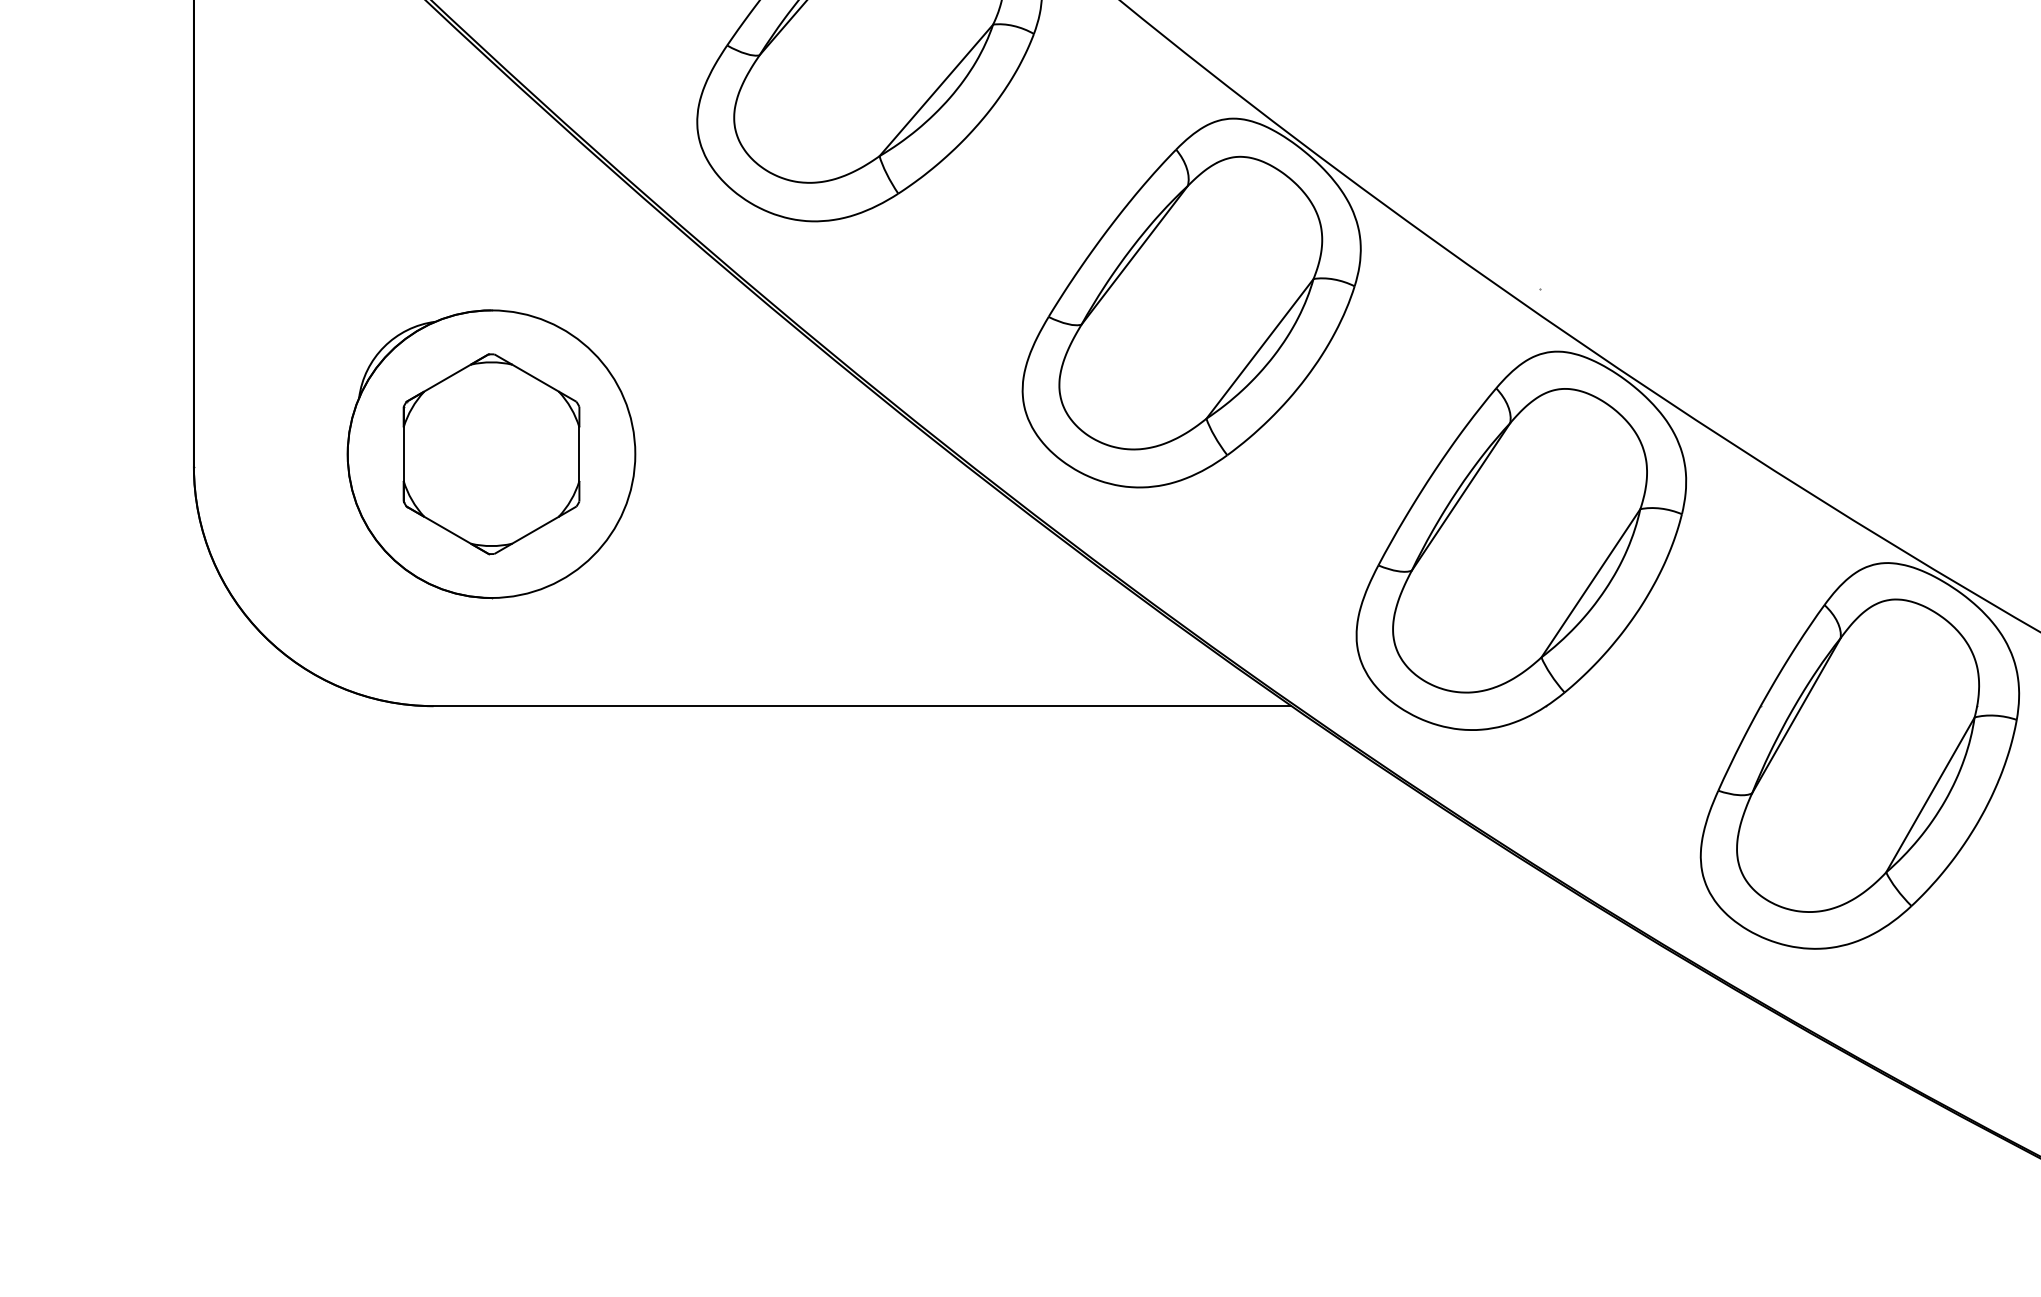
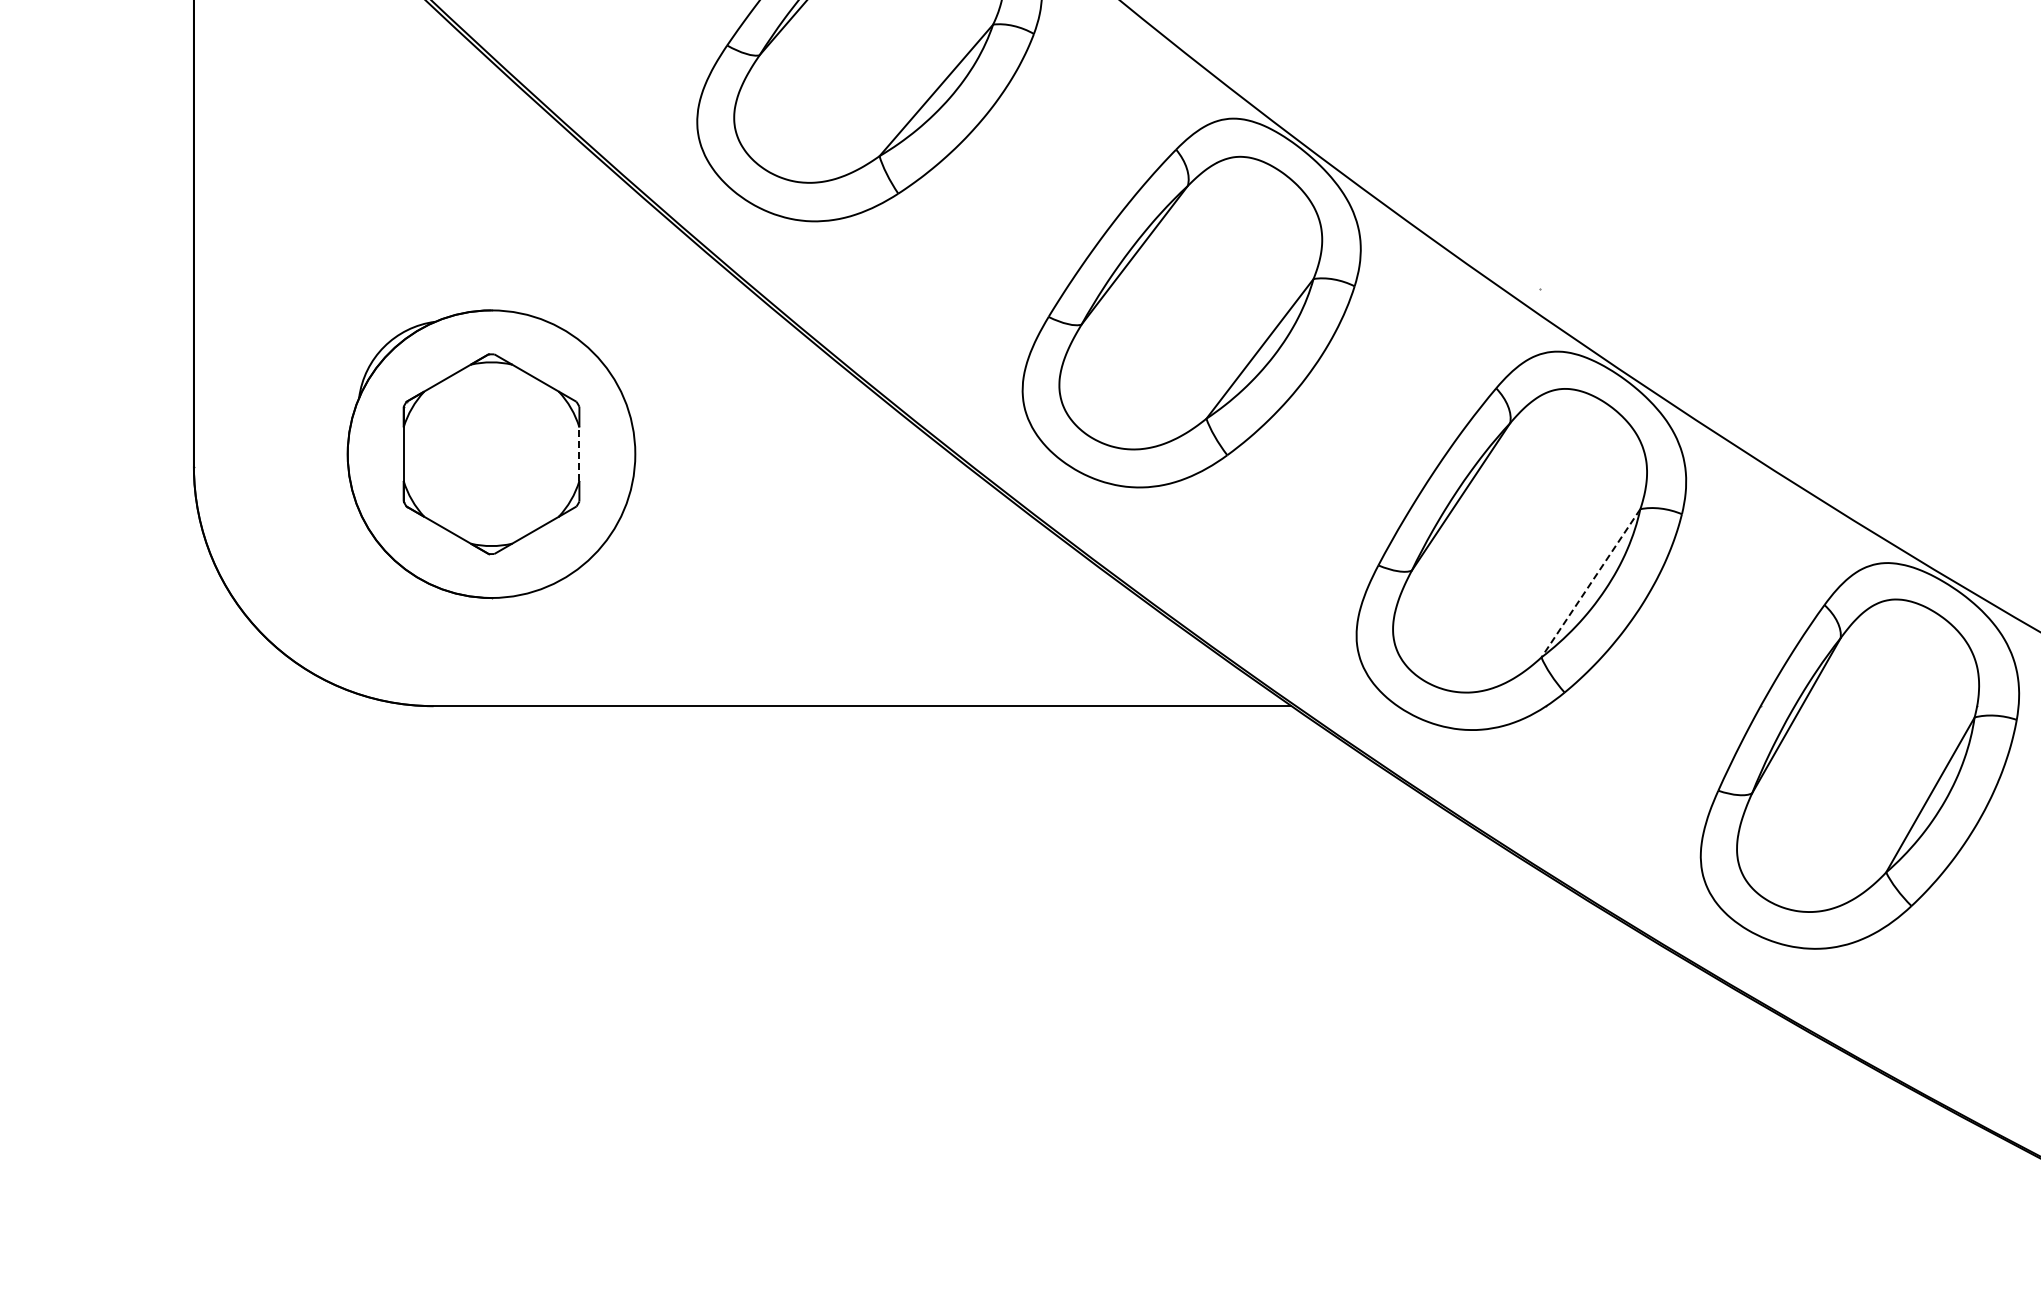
line at (579, 454): solid -> dashed
line at (1590, 583): solid -> dashed
